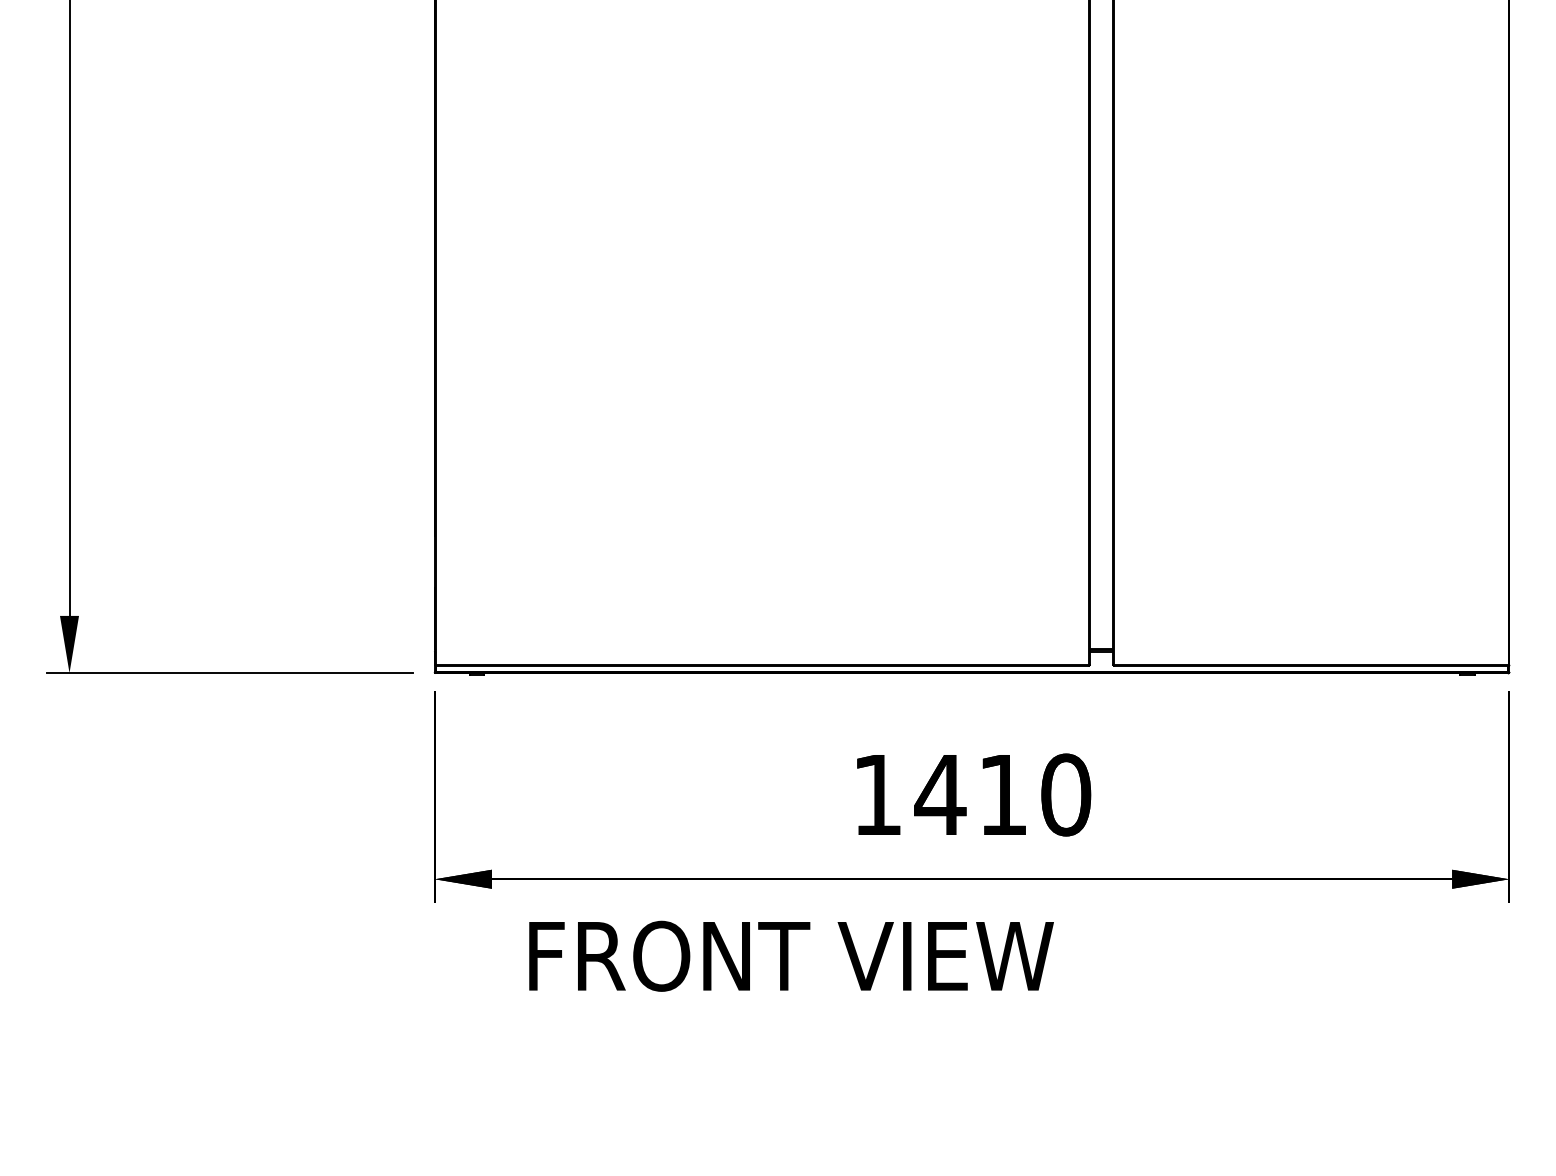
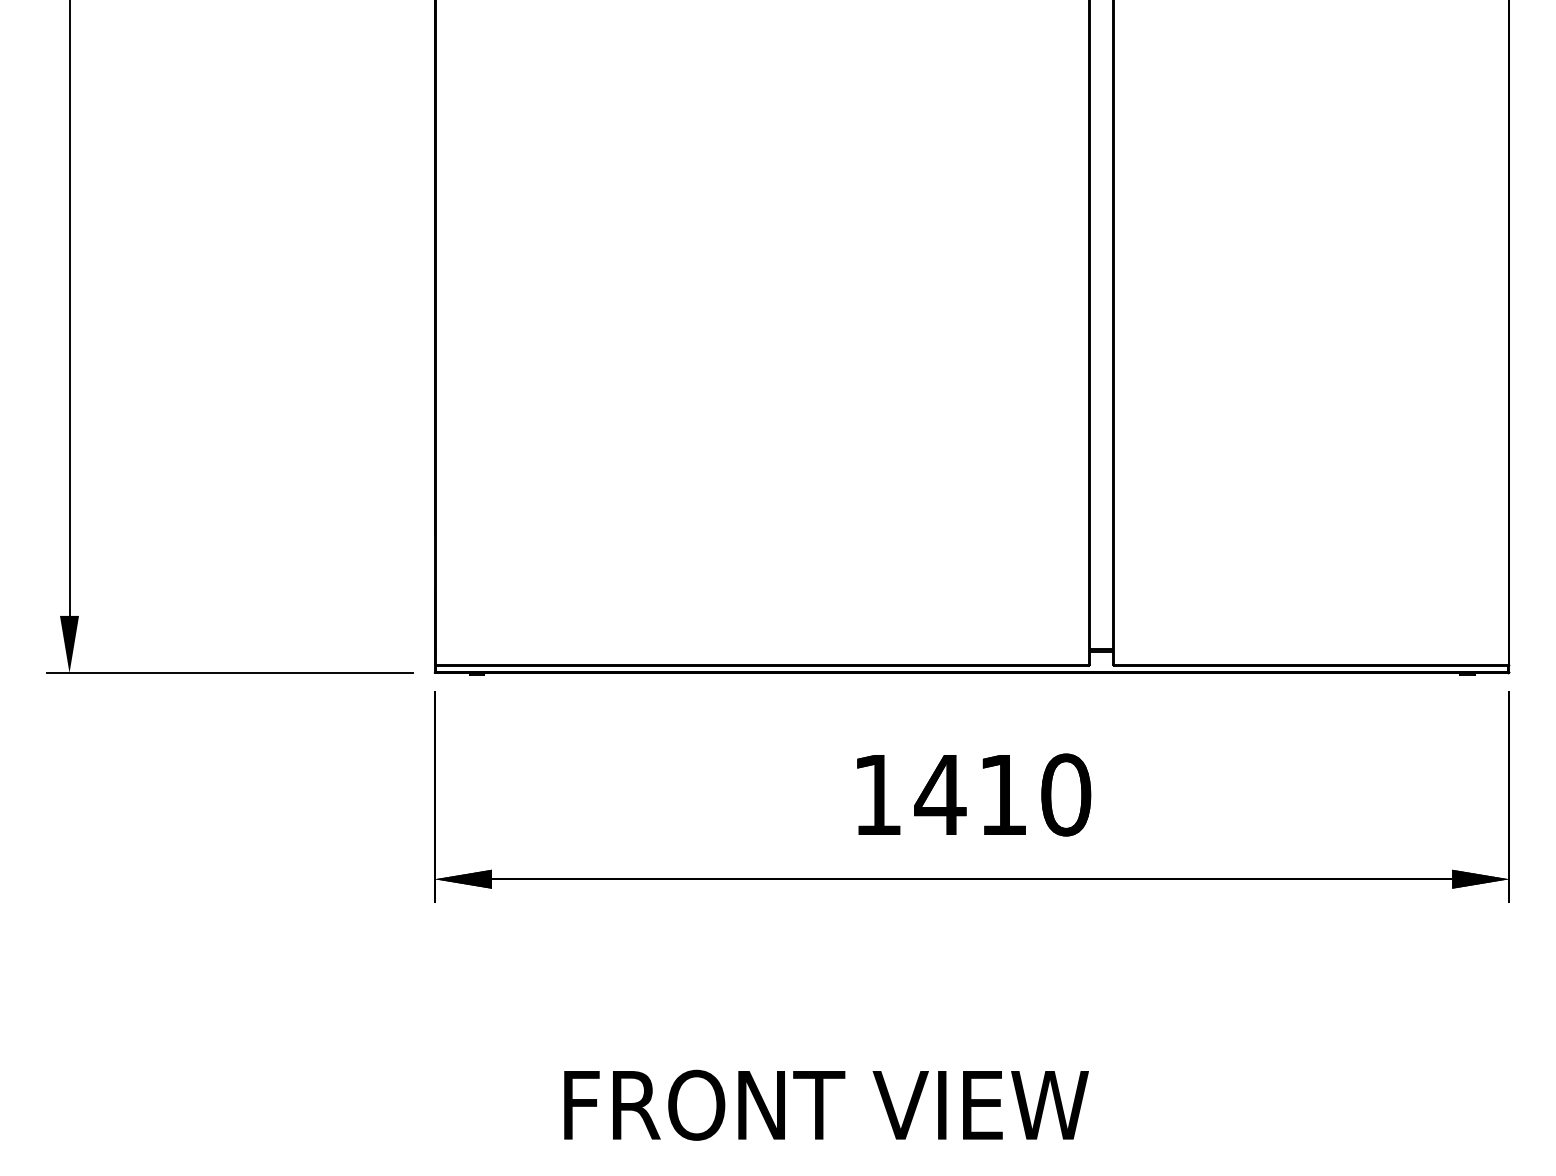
text at (791, 955) position: (791, 955) -> (826, 1104)
